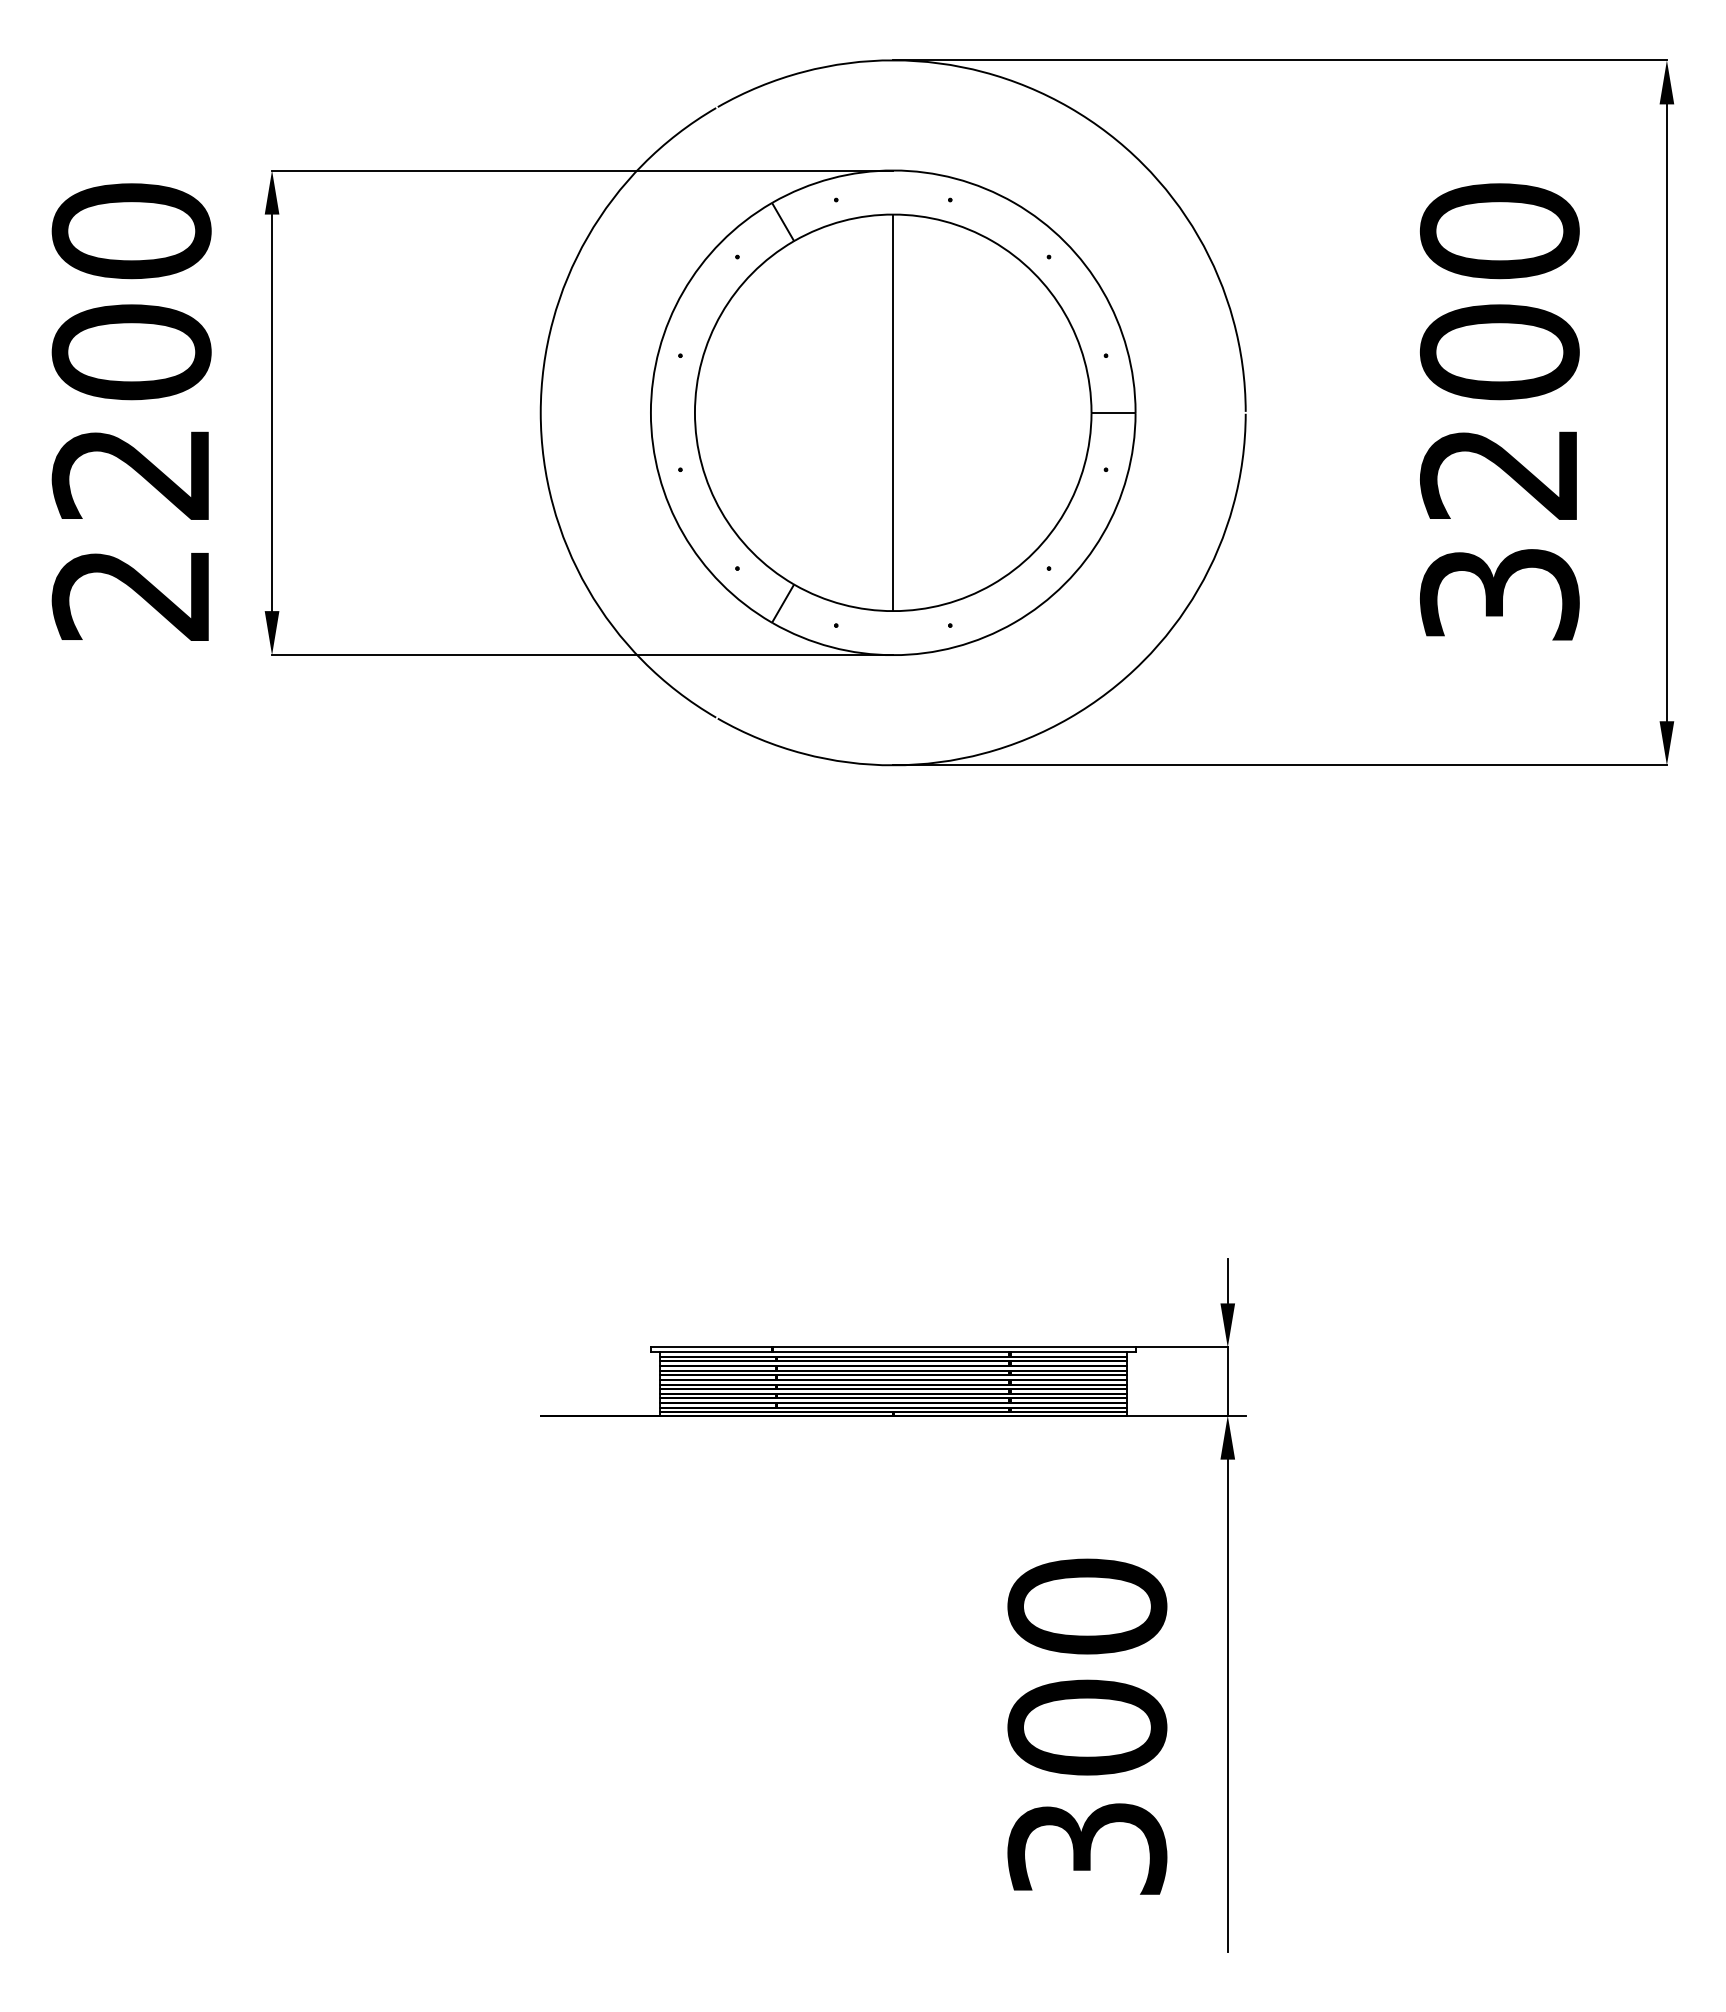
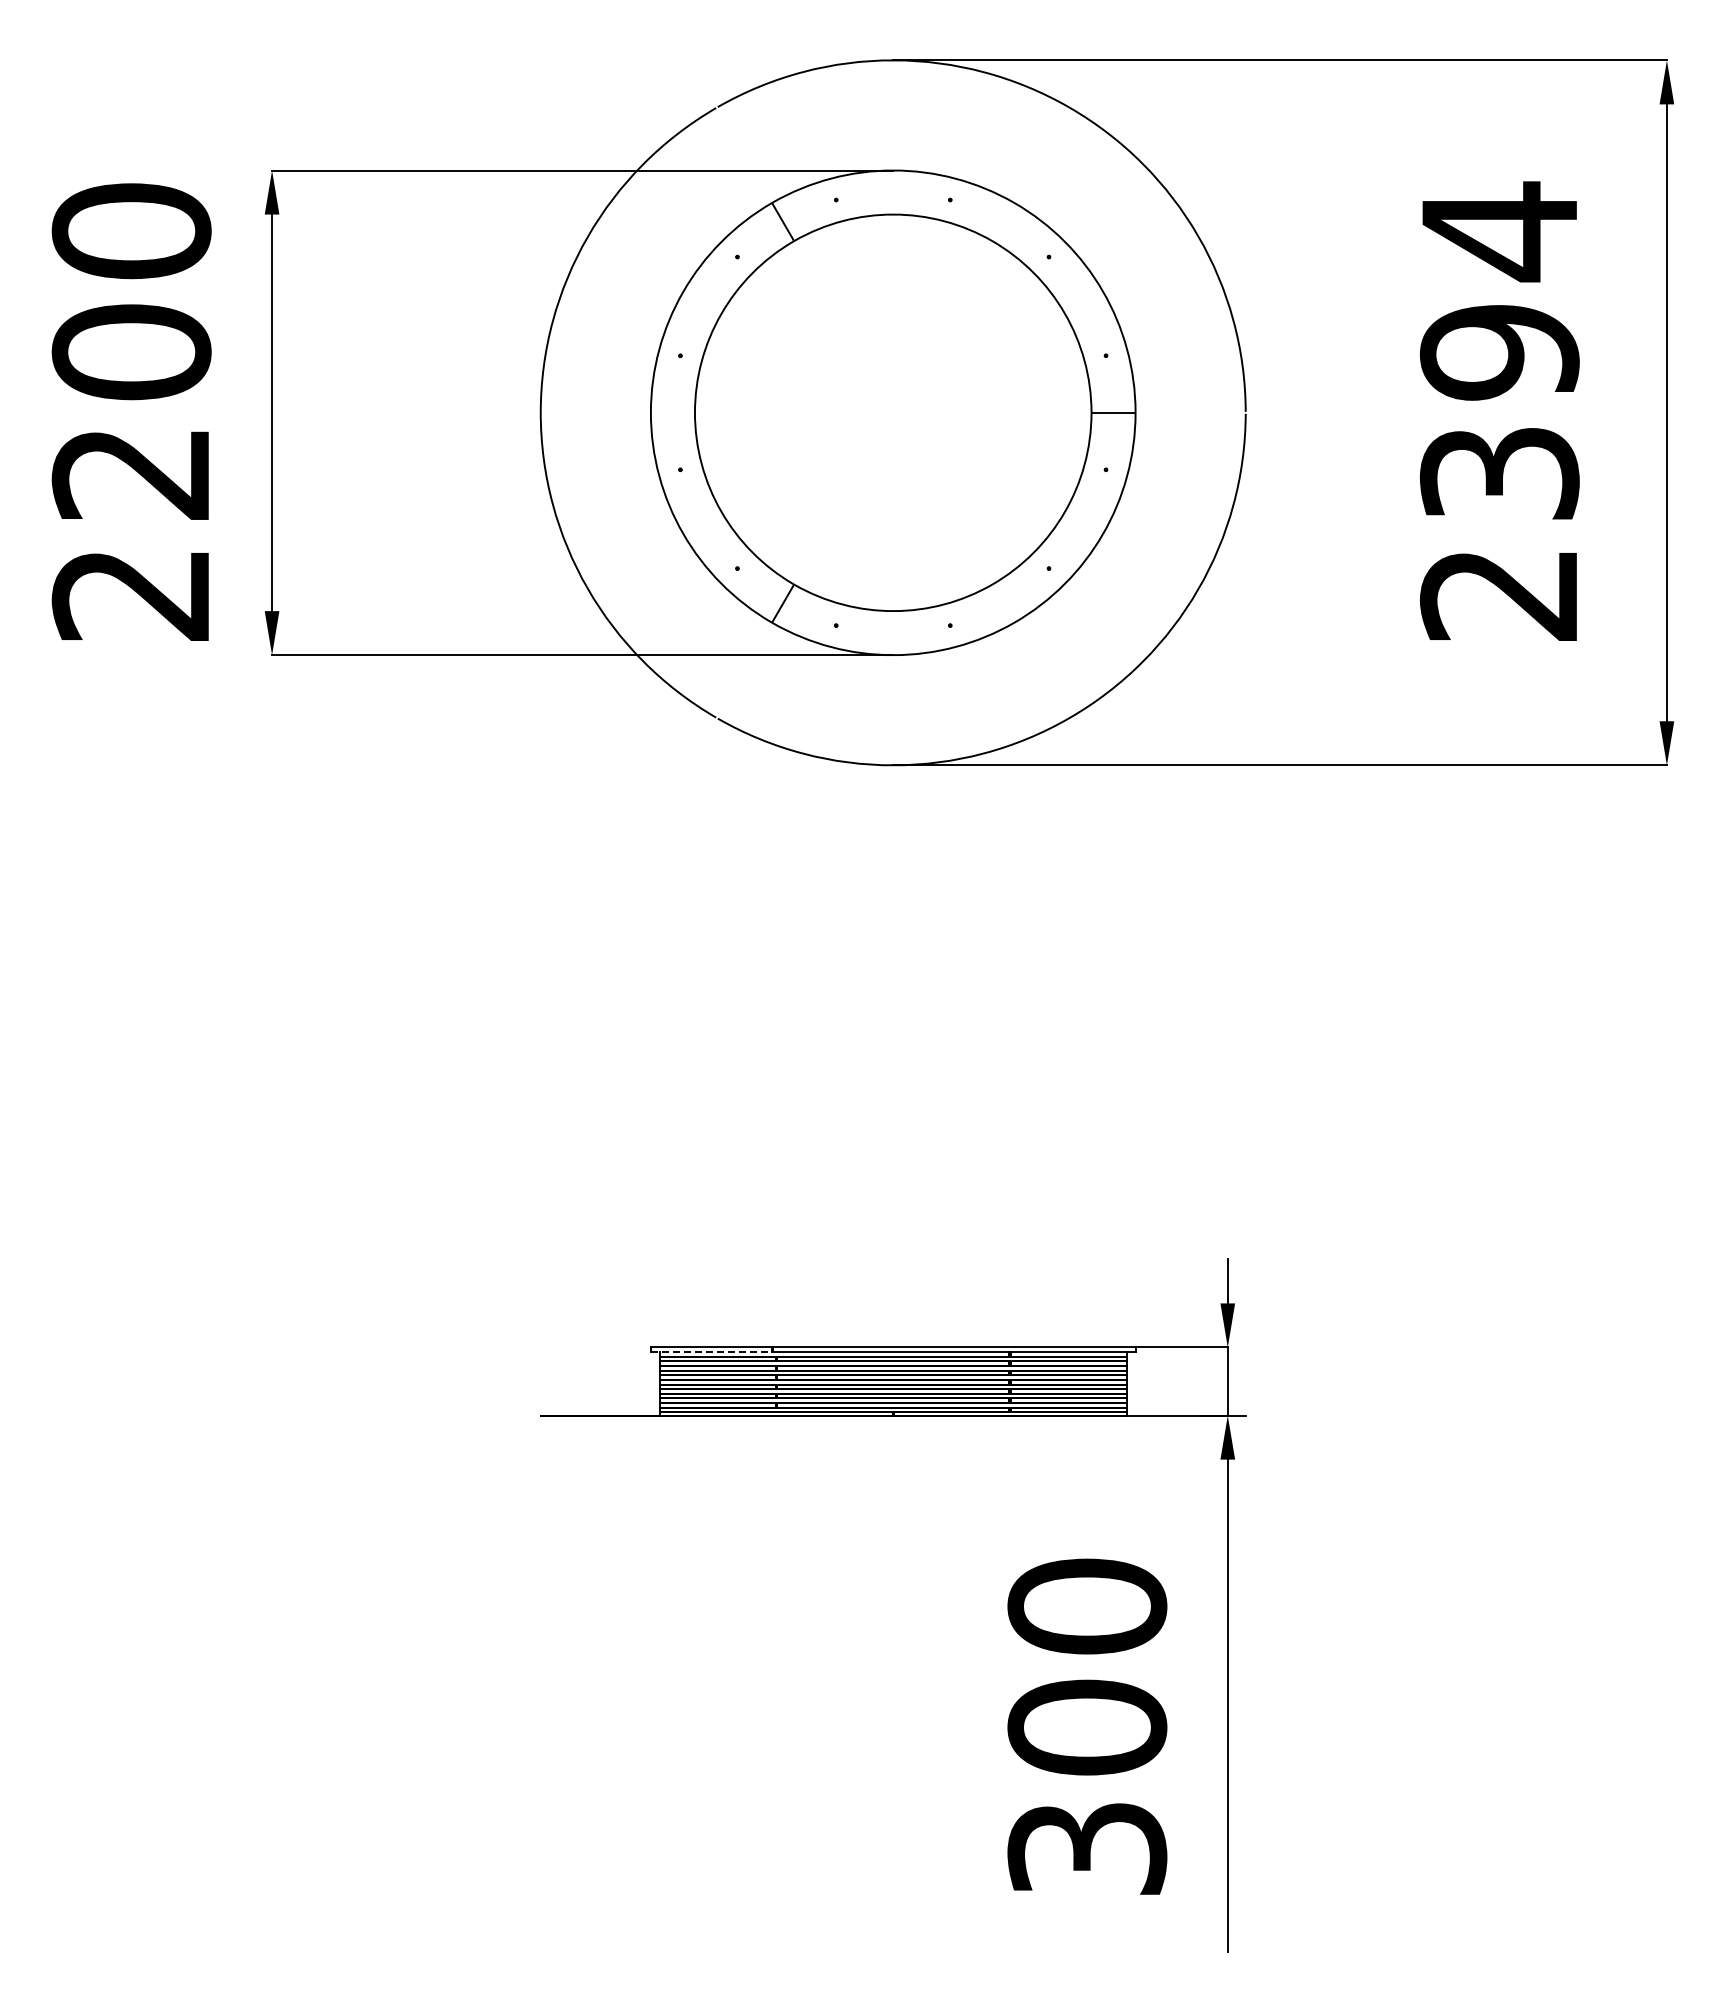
text at (1499, 410): 3200 -> 2394
line at (893, 412): present -> none
line at (711, 1352): solid -> dashed
